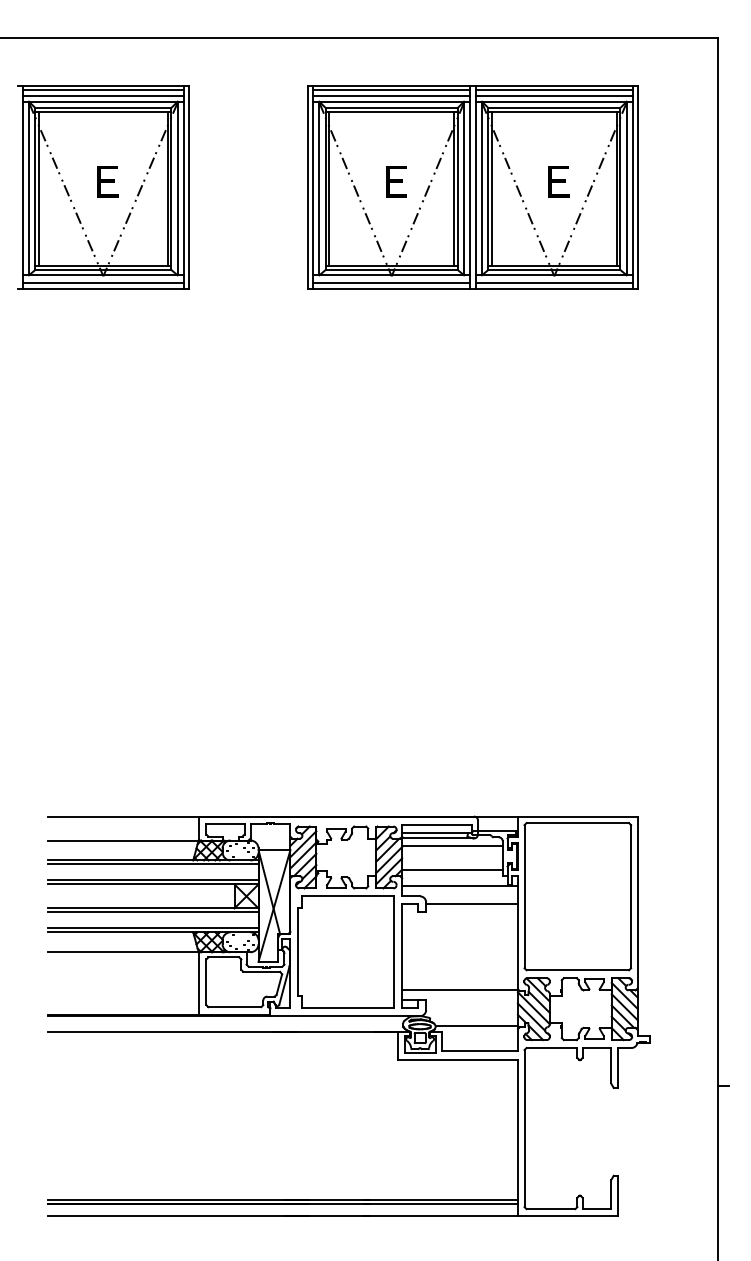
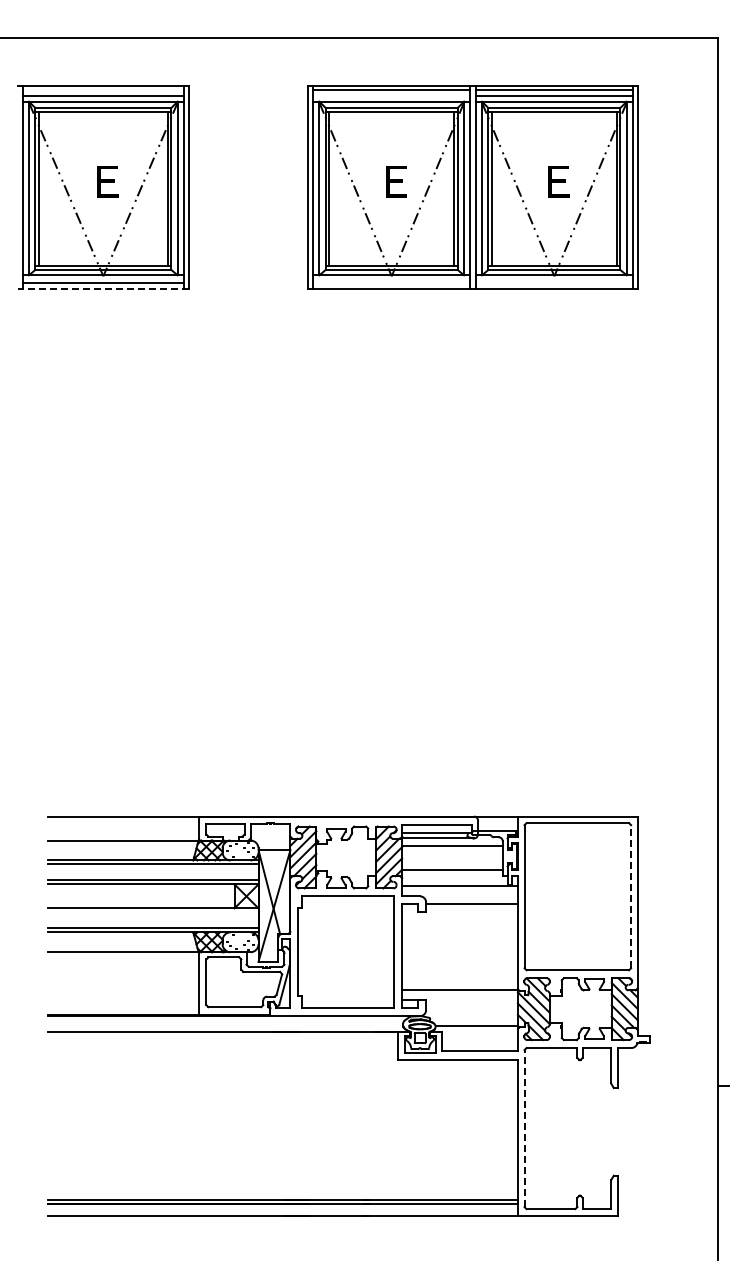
line at (103, 89): present -> none
line at (391, 95): present -> none
line at (391, 283): present -> none
line at (554, 283): present -> none
line at (102, 289): solid -> dashed
line at (631, 896): solid -> dashed
line at (153, 912): present -> none
line at (524, 1128): solid -> dashed
